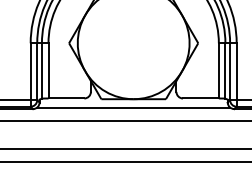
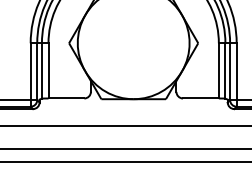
line at (133, 107): present -> none
line at (125, 120) position: (125, 120) -> (125, 125)
